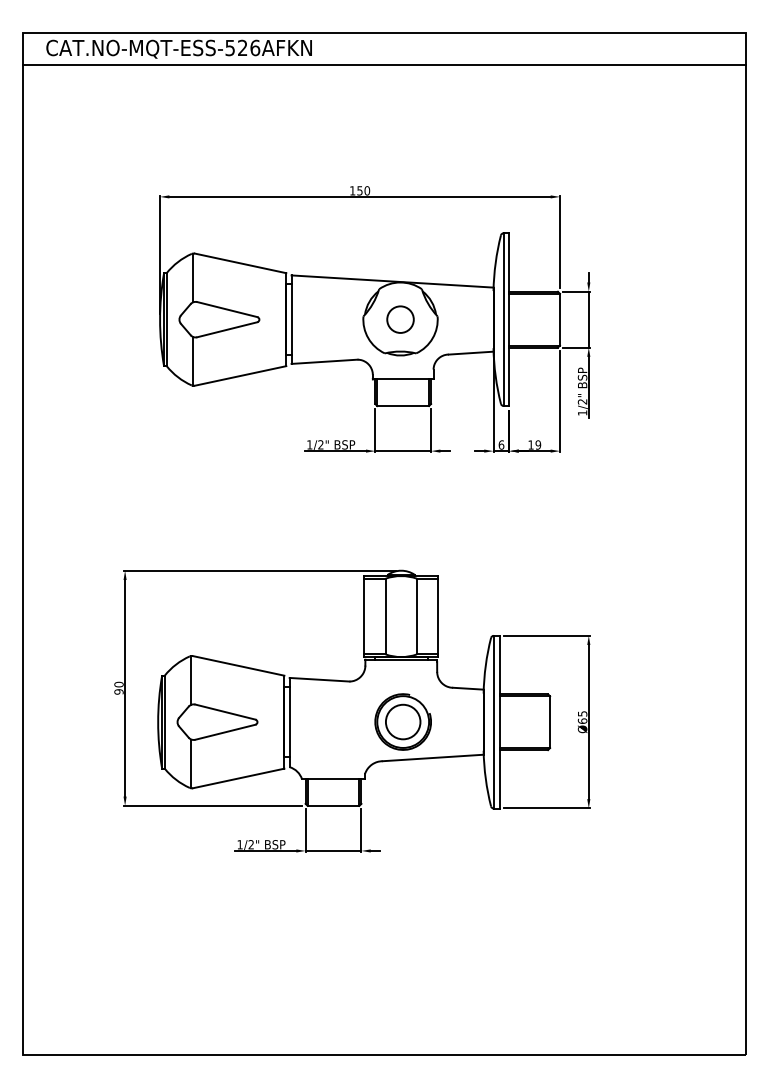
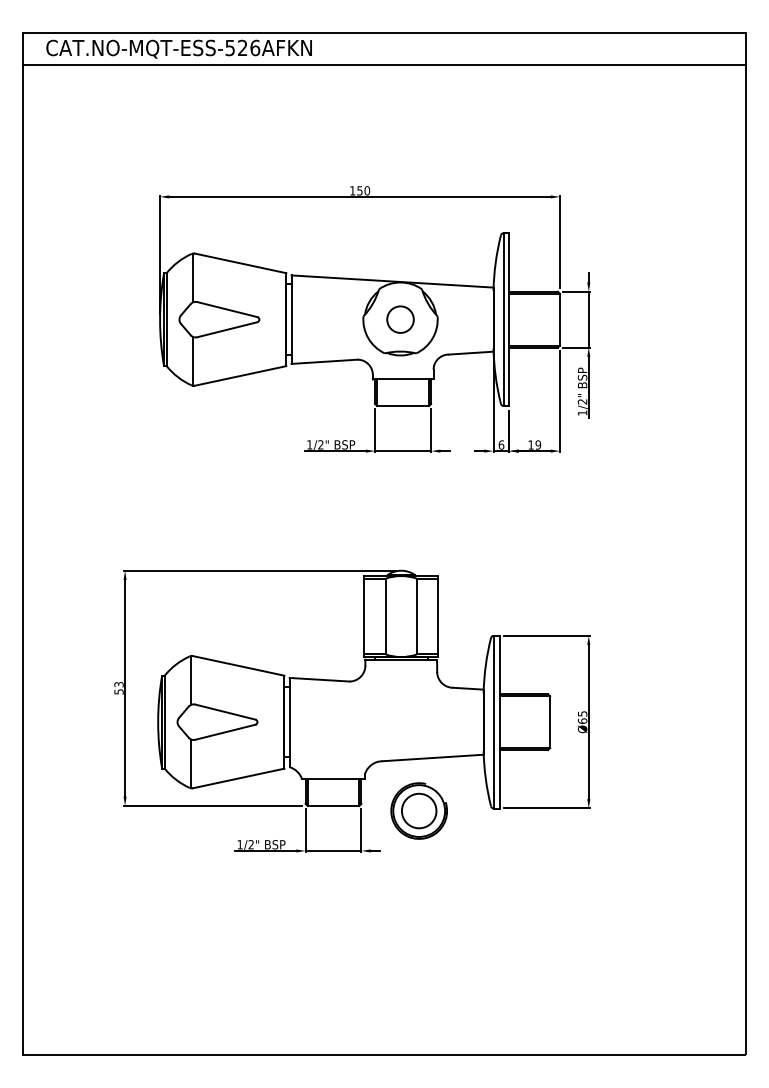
text at (118, 687): 90 -> 53
part at (402, 721) position: (402, 721) -> (418, 810)
